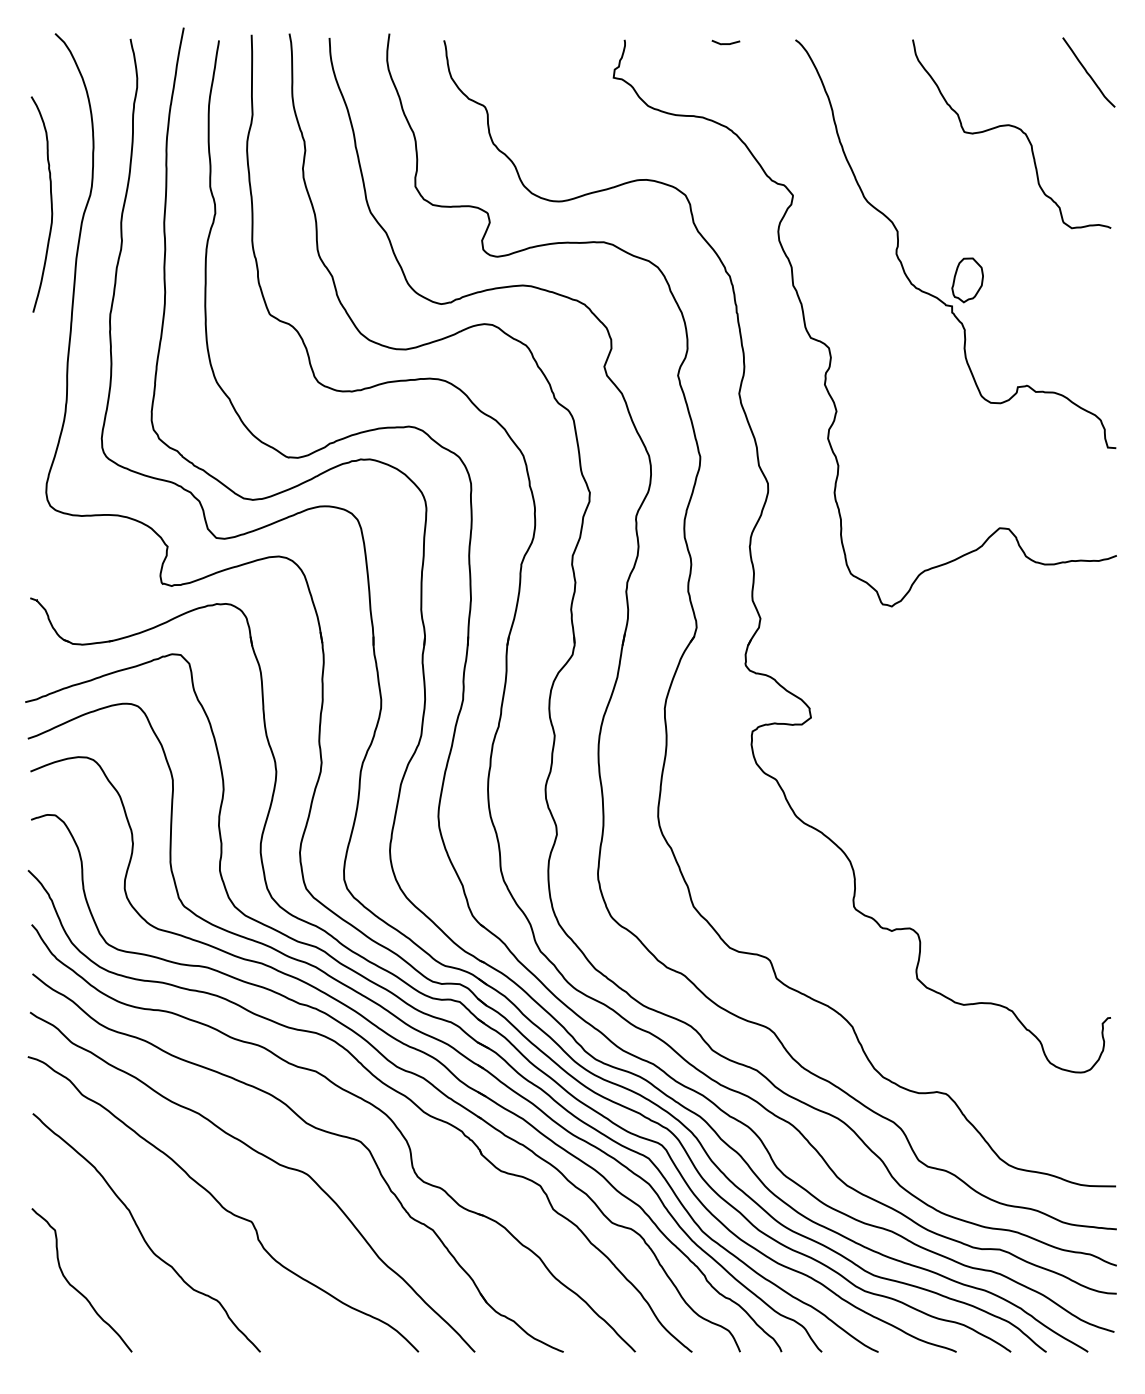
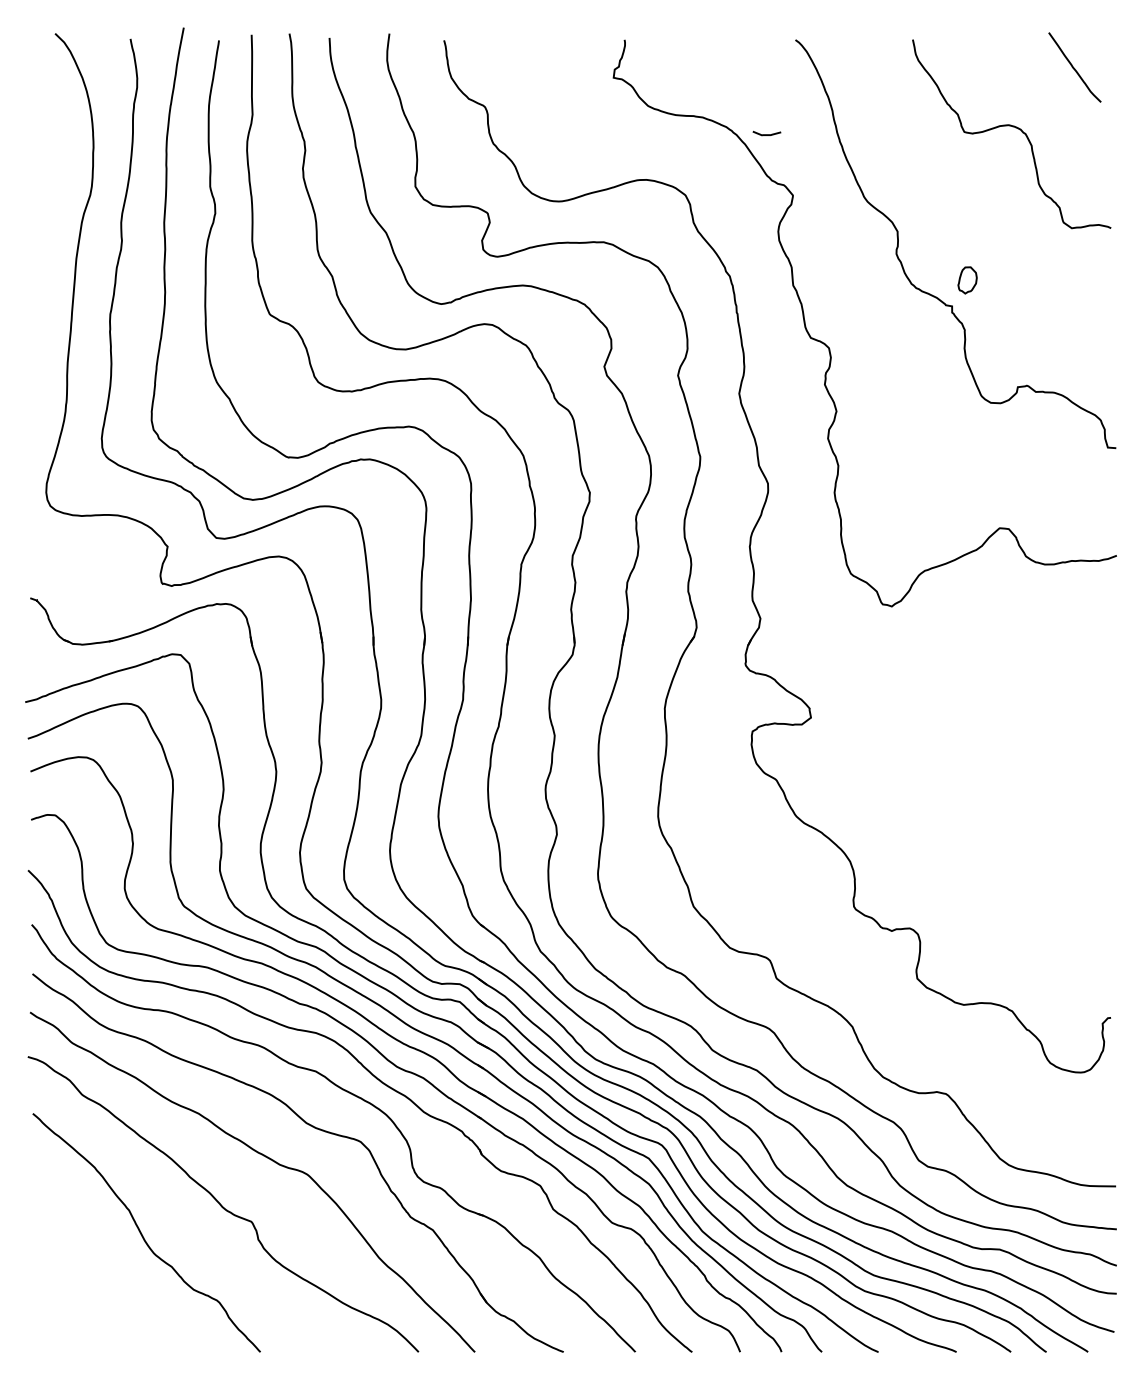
curve at (725, 43) position: (725, 43) -> (766, 134)
curve at (1088, 72) position: (1088, 72) -> (1074, 67)
curve at (50, 203): present -> none
part at (967, 280) size: 33x47 px -> 21x29 px
curve at (74, 1286): present -> none
